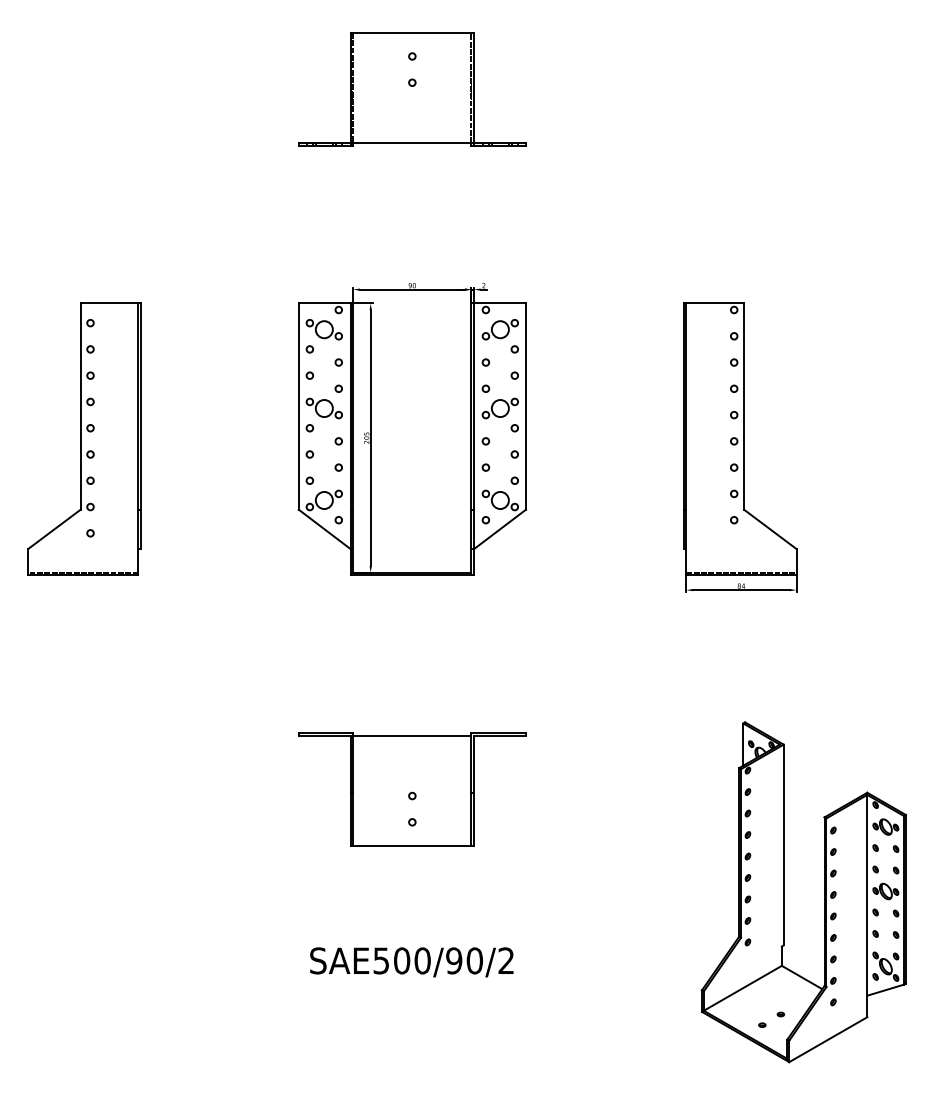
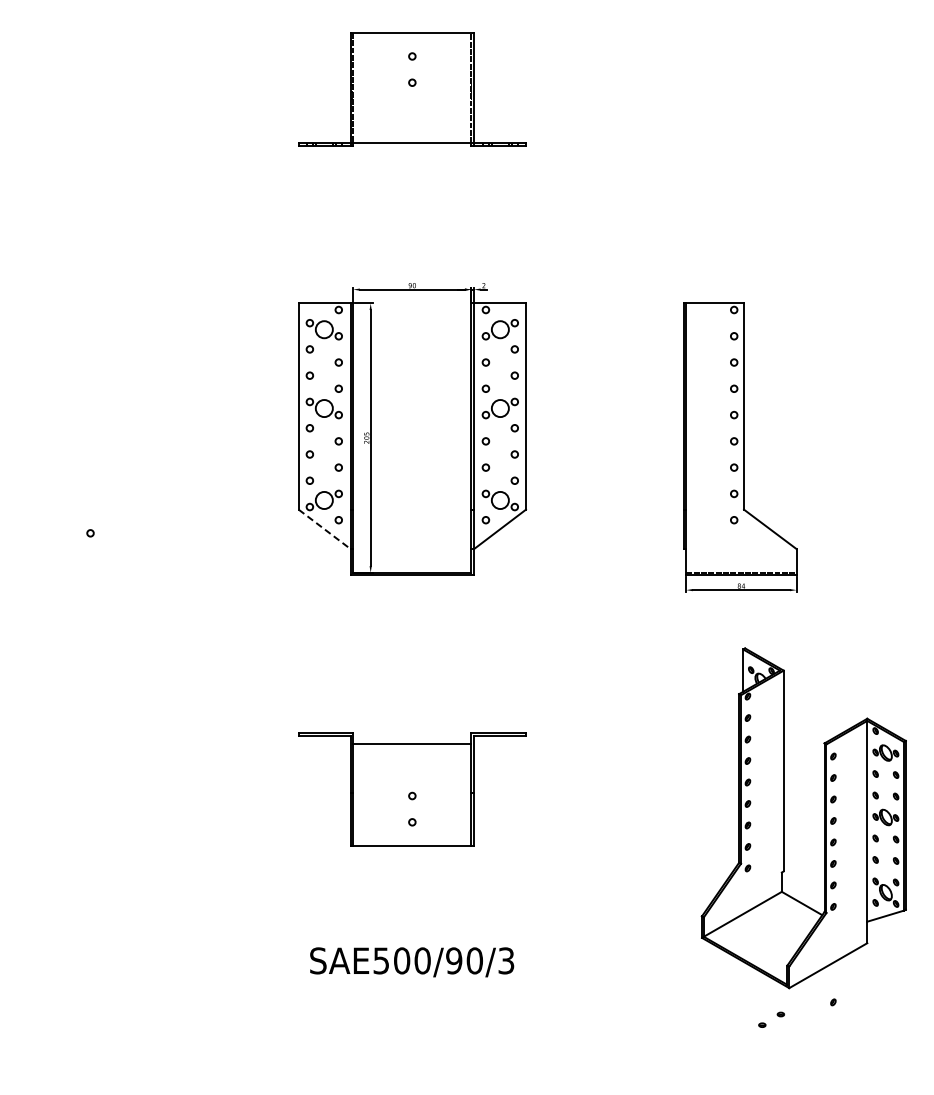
part at (84, 438): present -> none
line at (324, 529): solid -> dashed
line at (412, 735) position: (412, 735) -> (412, 743)
part at (784, 892) position: (784, 892) -> (784, 818)
text at (506, 960): SAE500/90/2 -> SAE500/90/3
